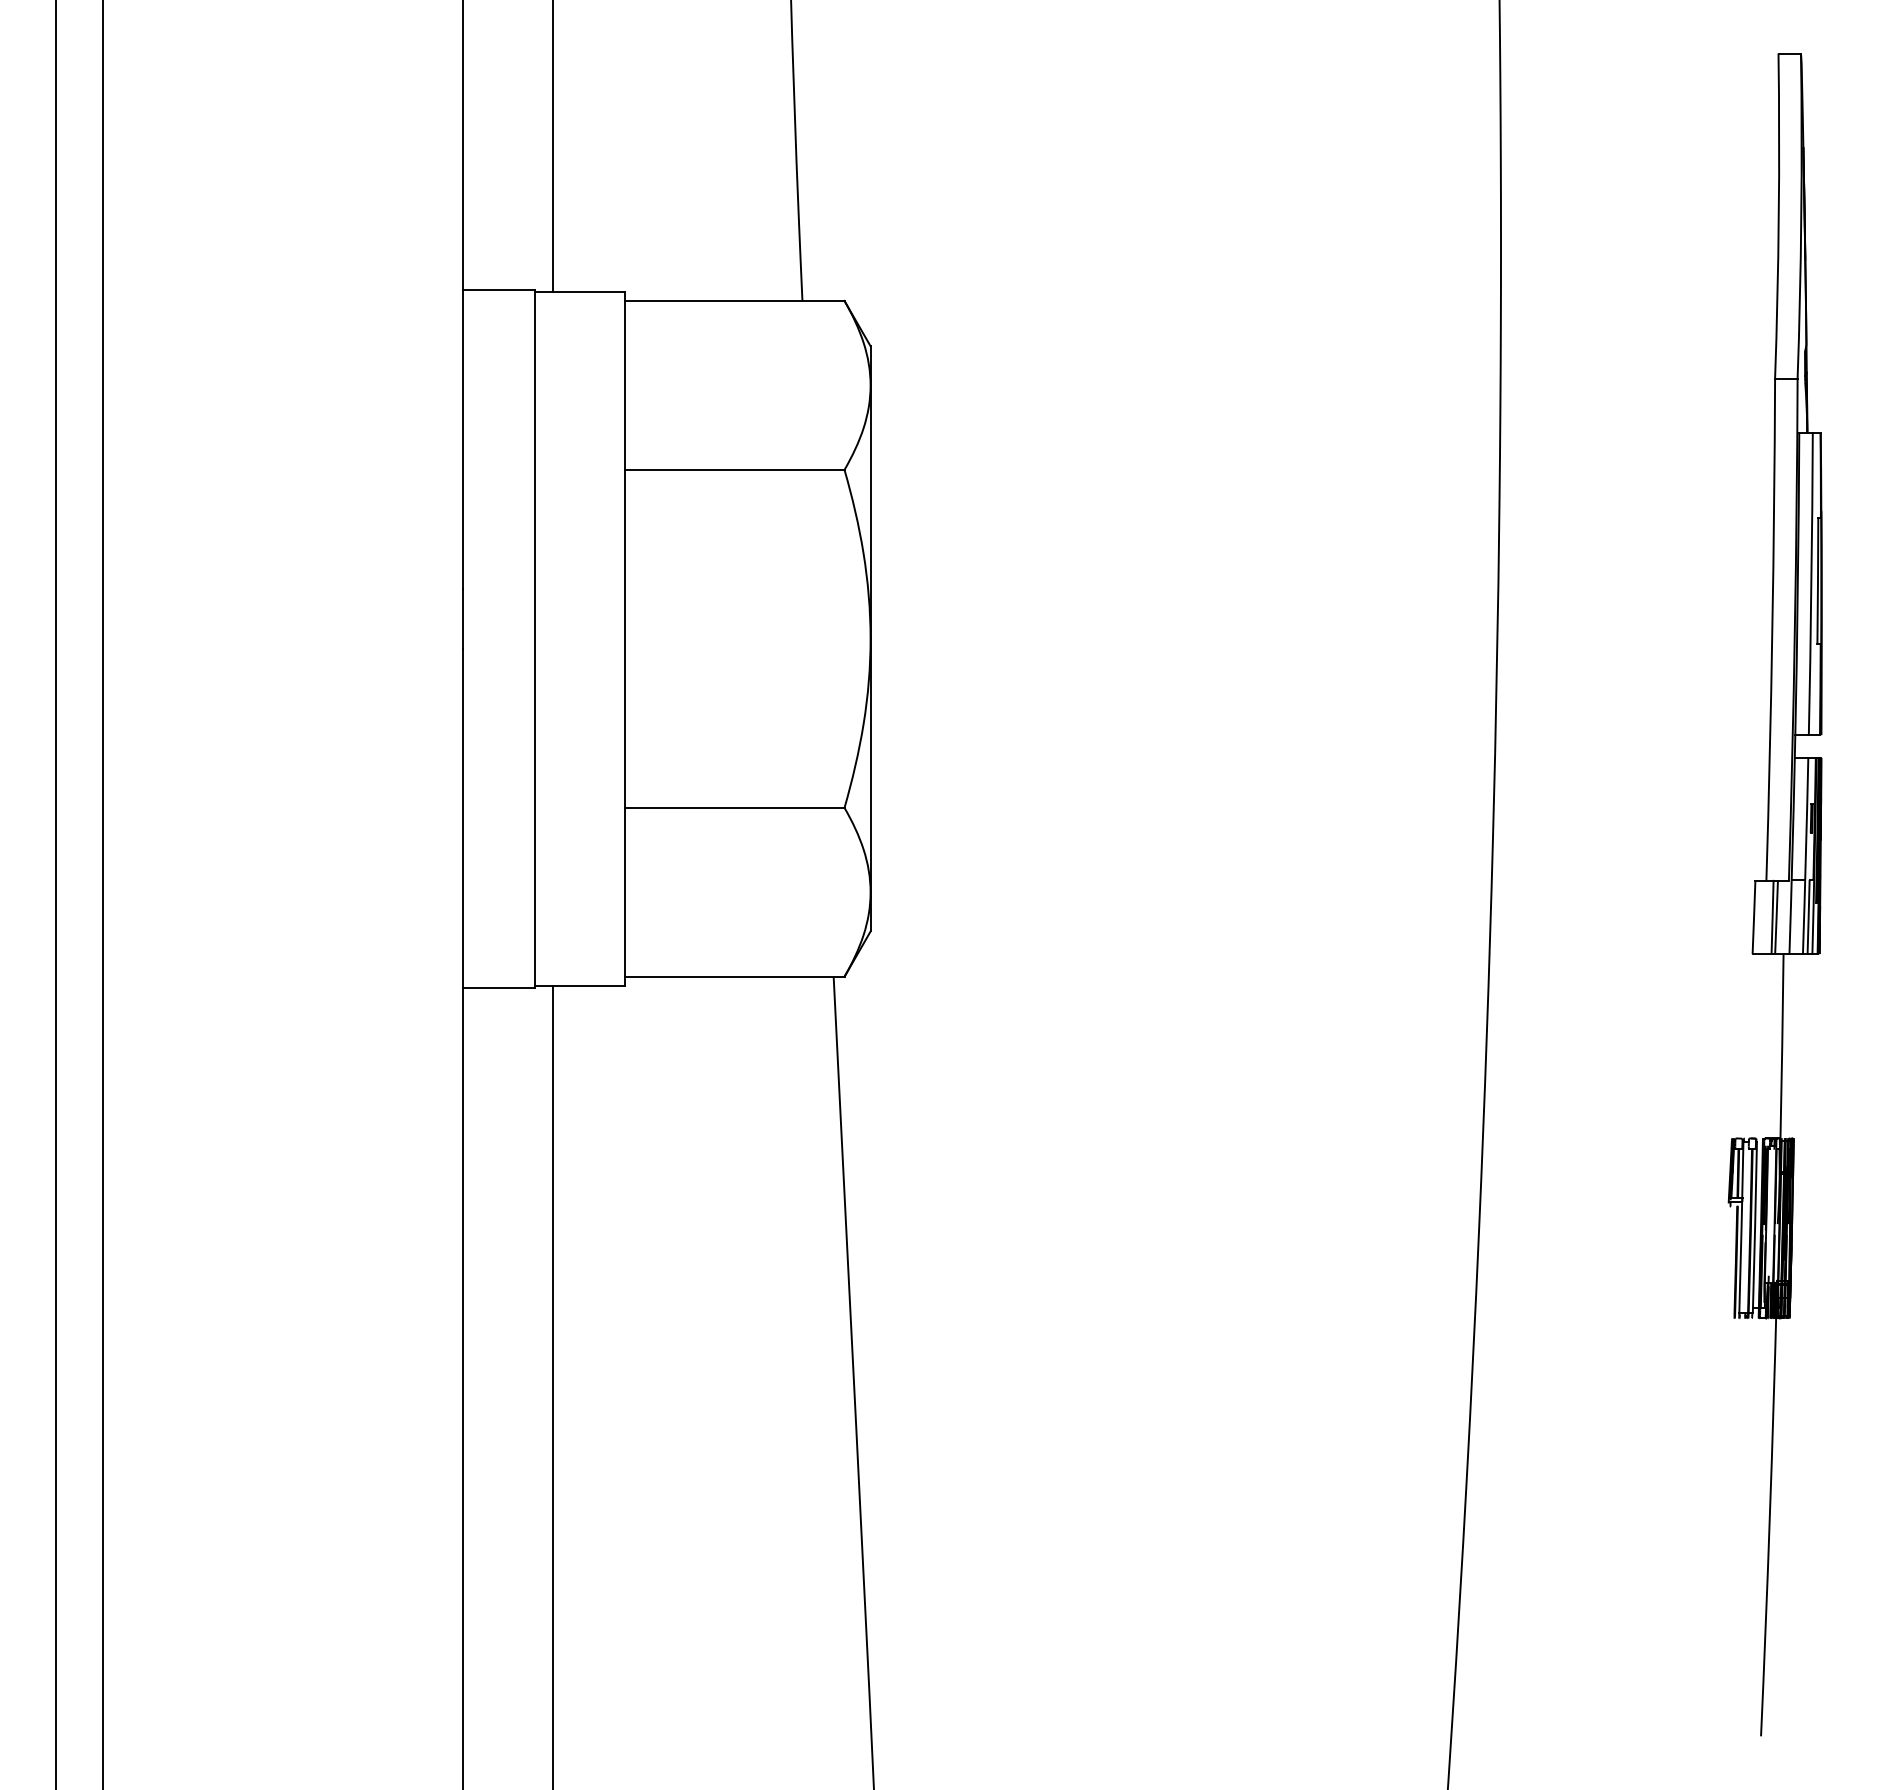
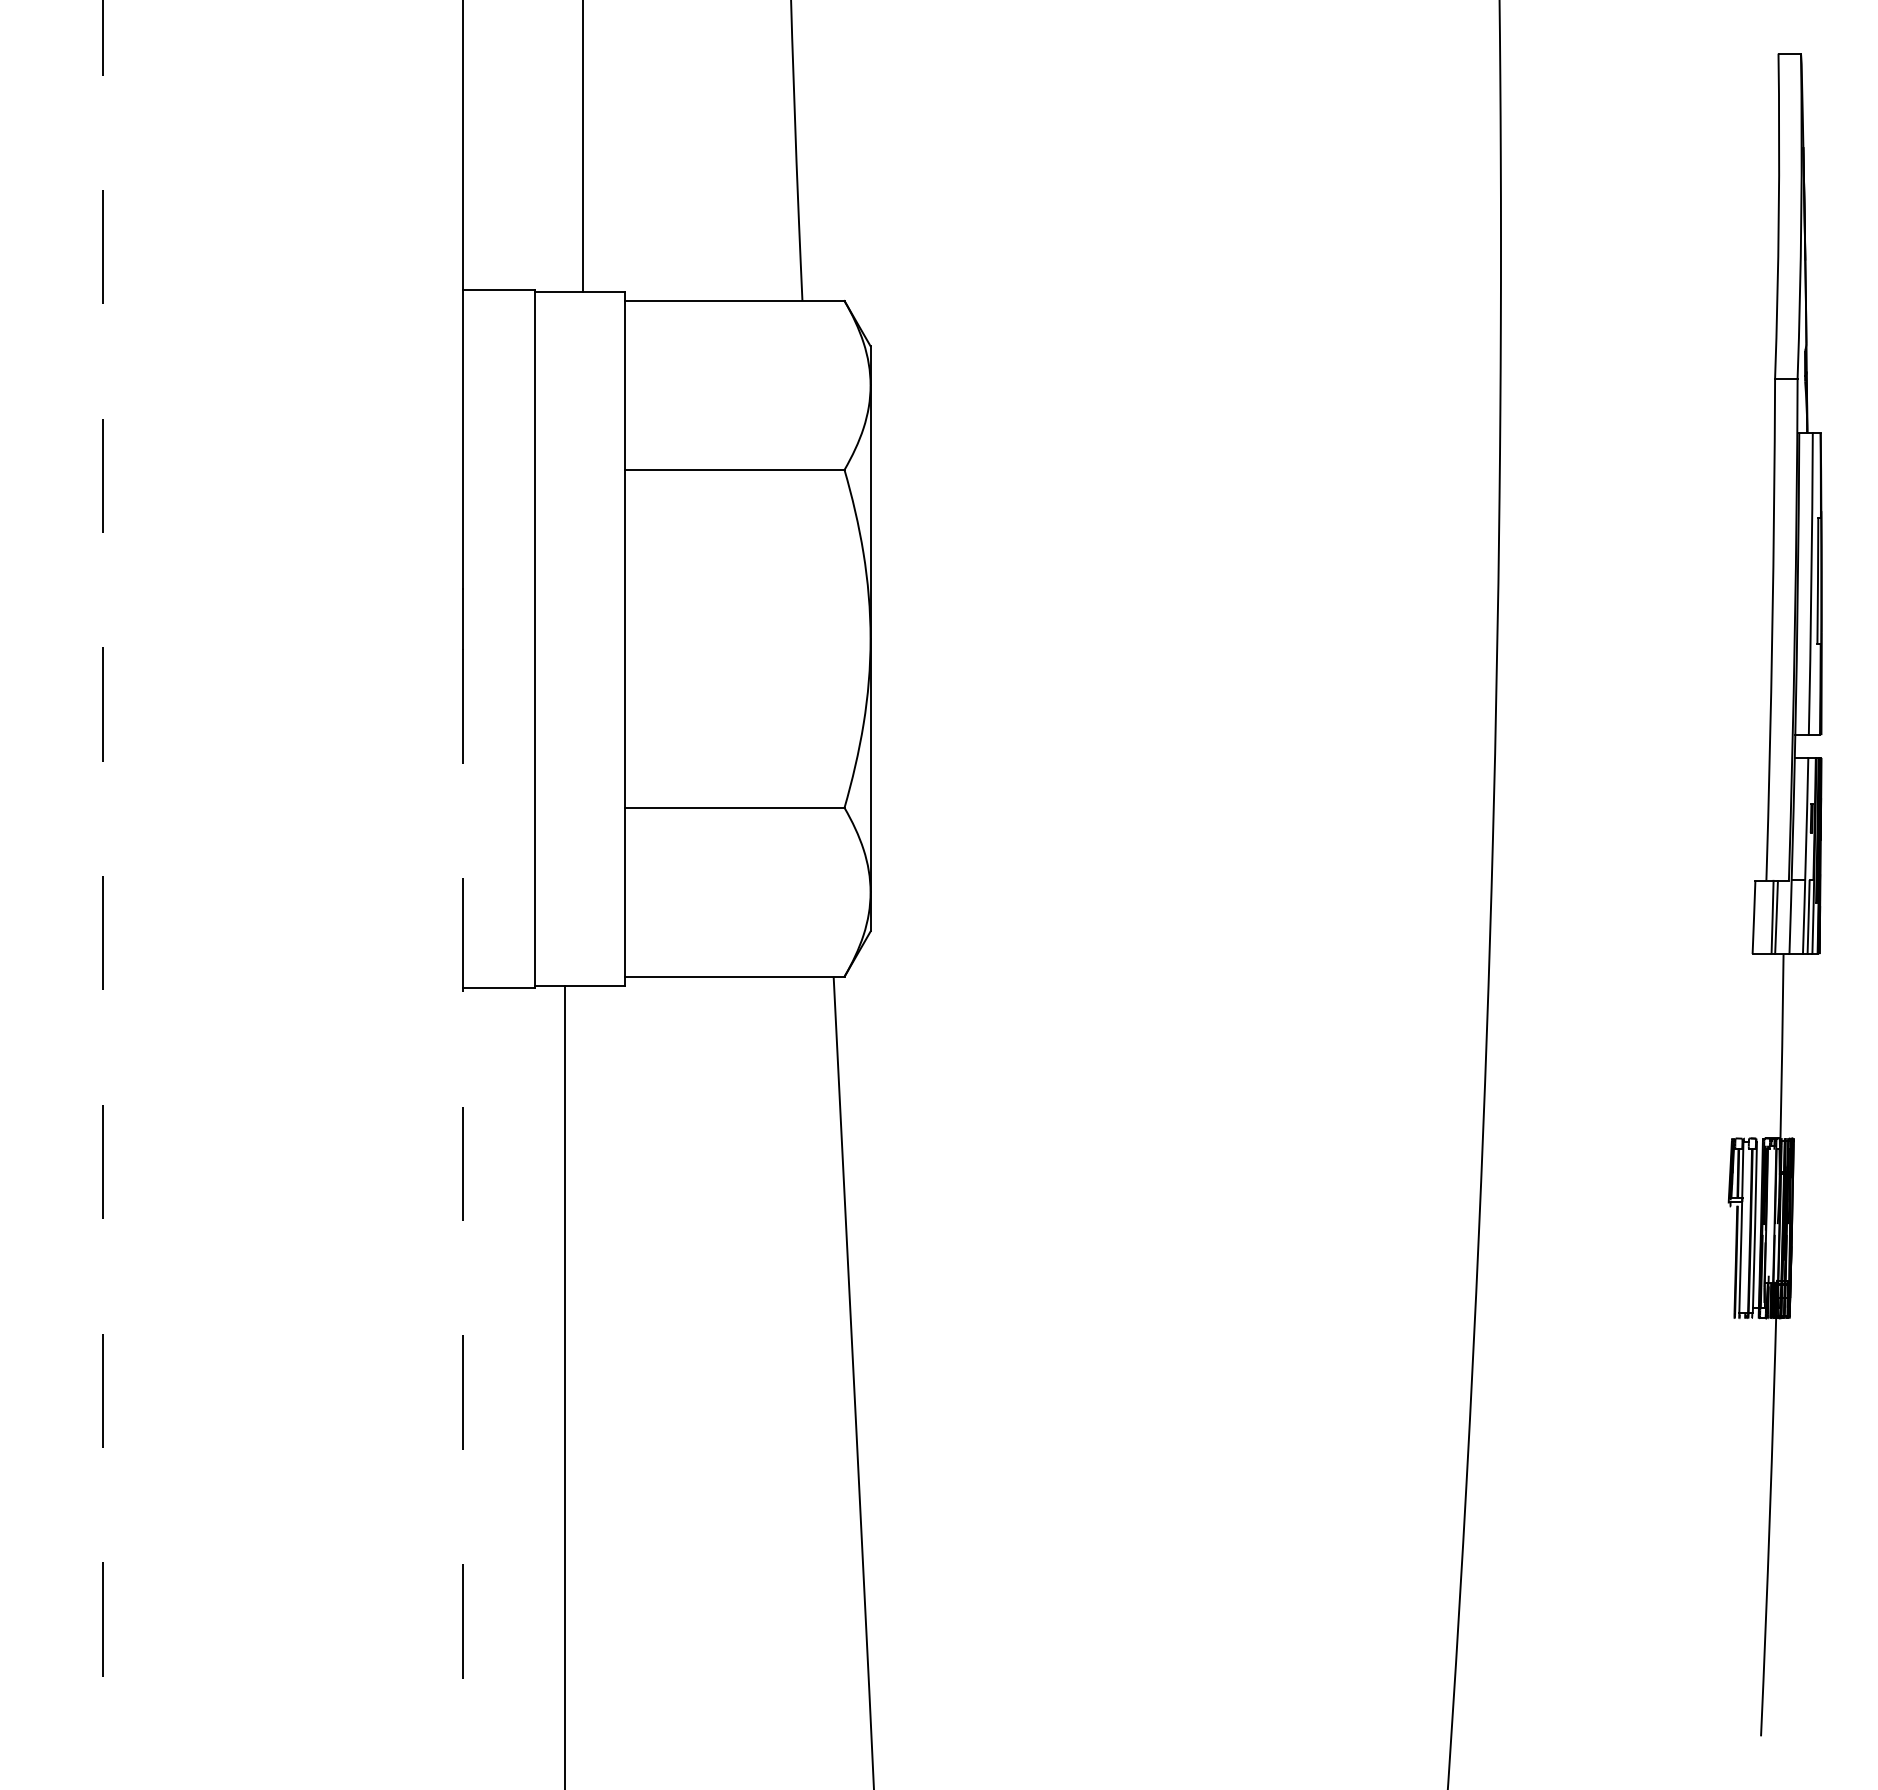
line at (553, 147) position: (553, 147) -> (583, 147)
line at (56, 894): present -> none
line at (103, 895): solid -> dashed
line at (463, 1219): solid -> dashed
line at (553, 1385) position: (553, 1385) -> (565, 1385)
